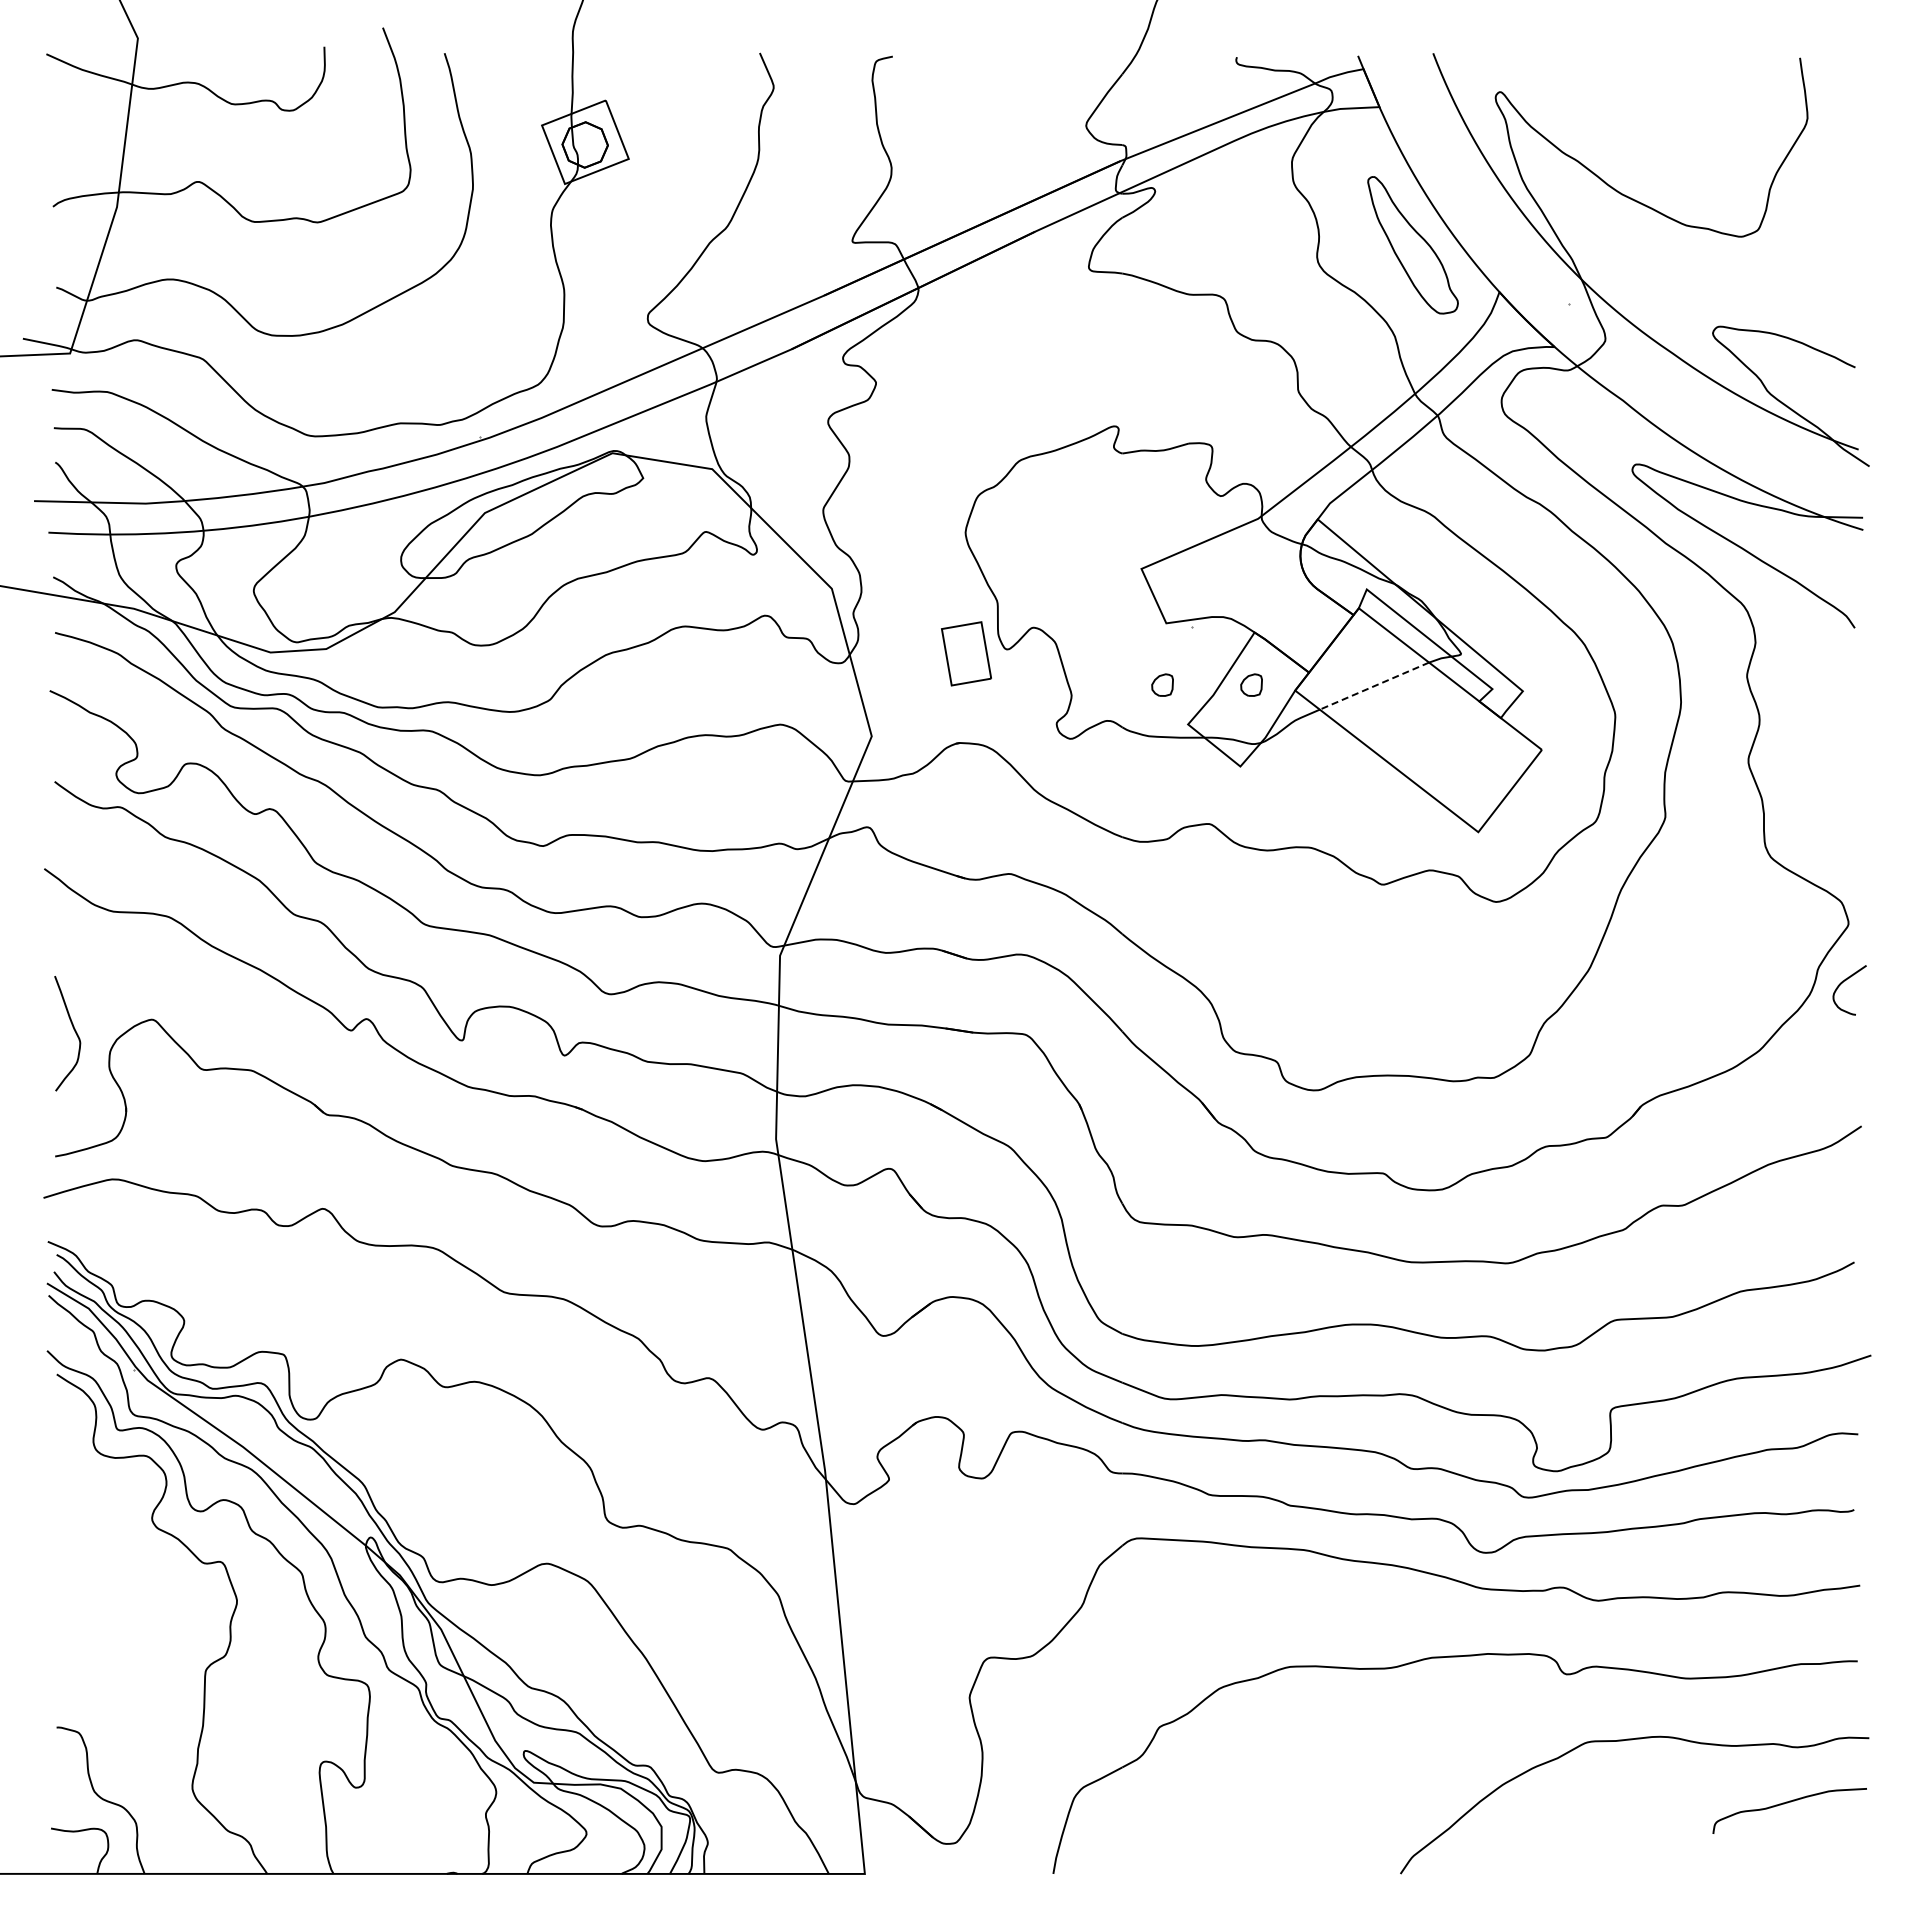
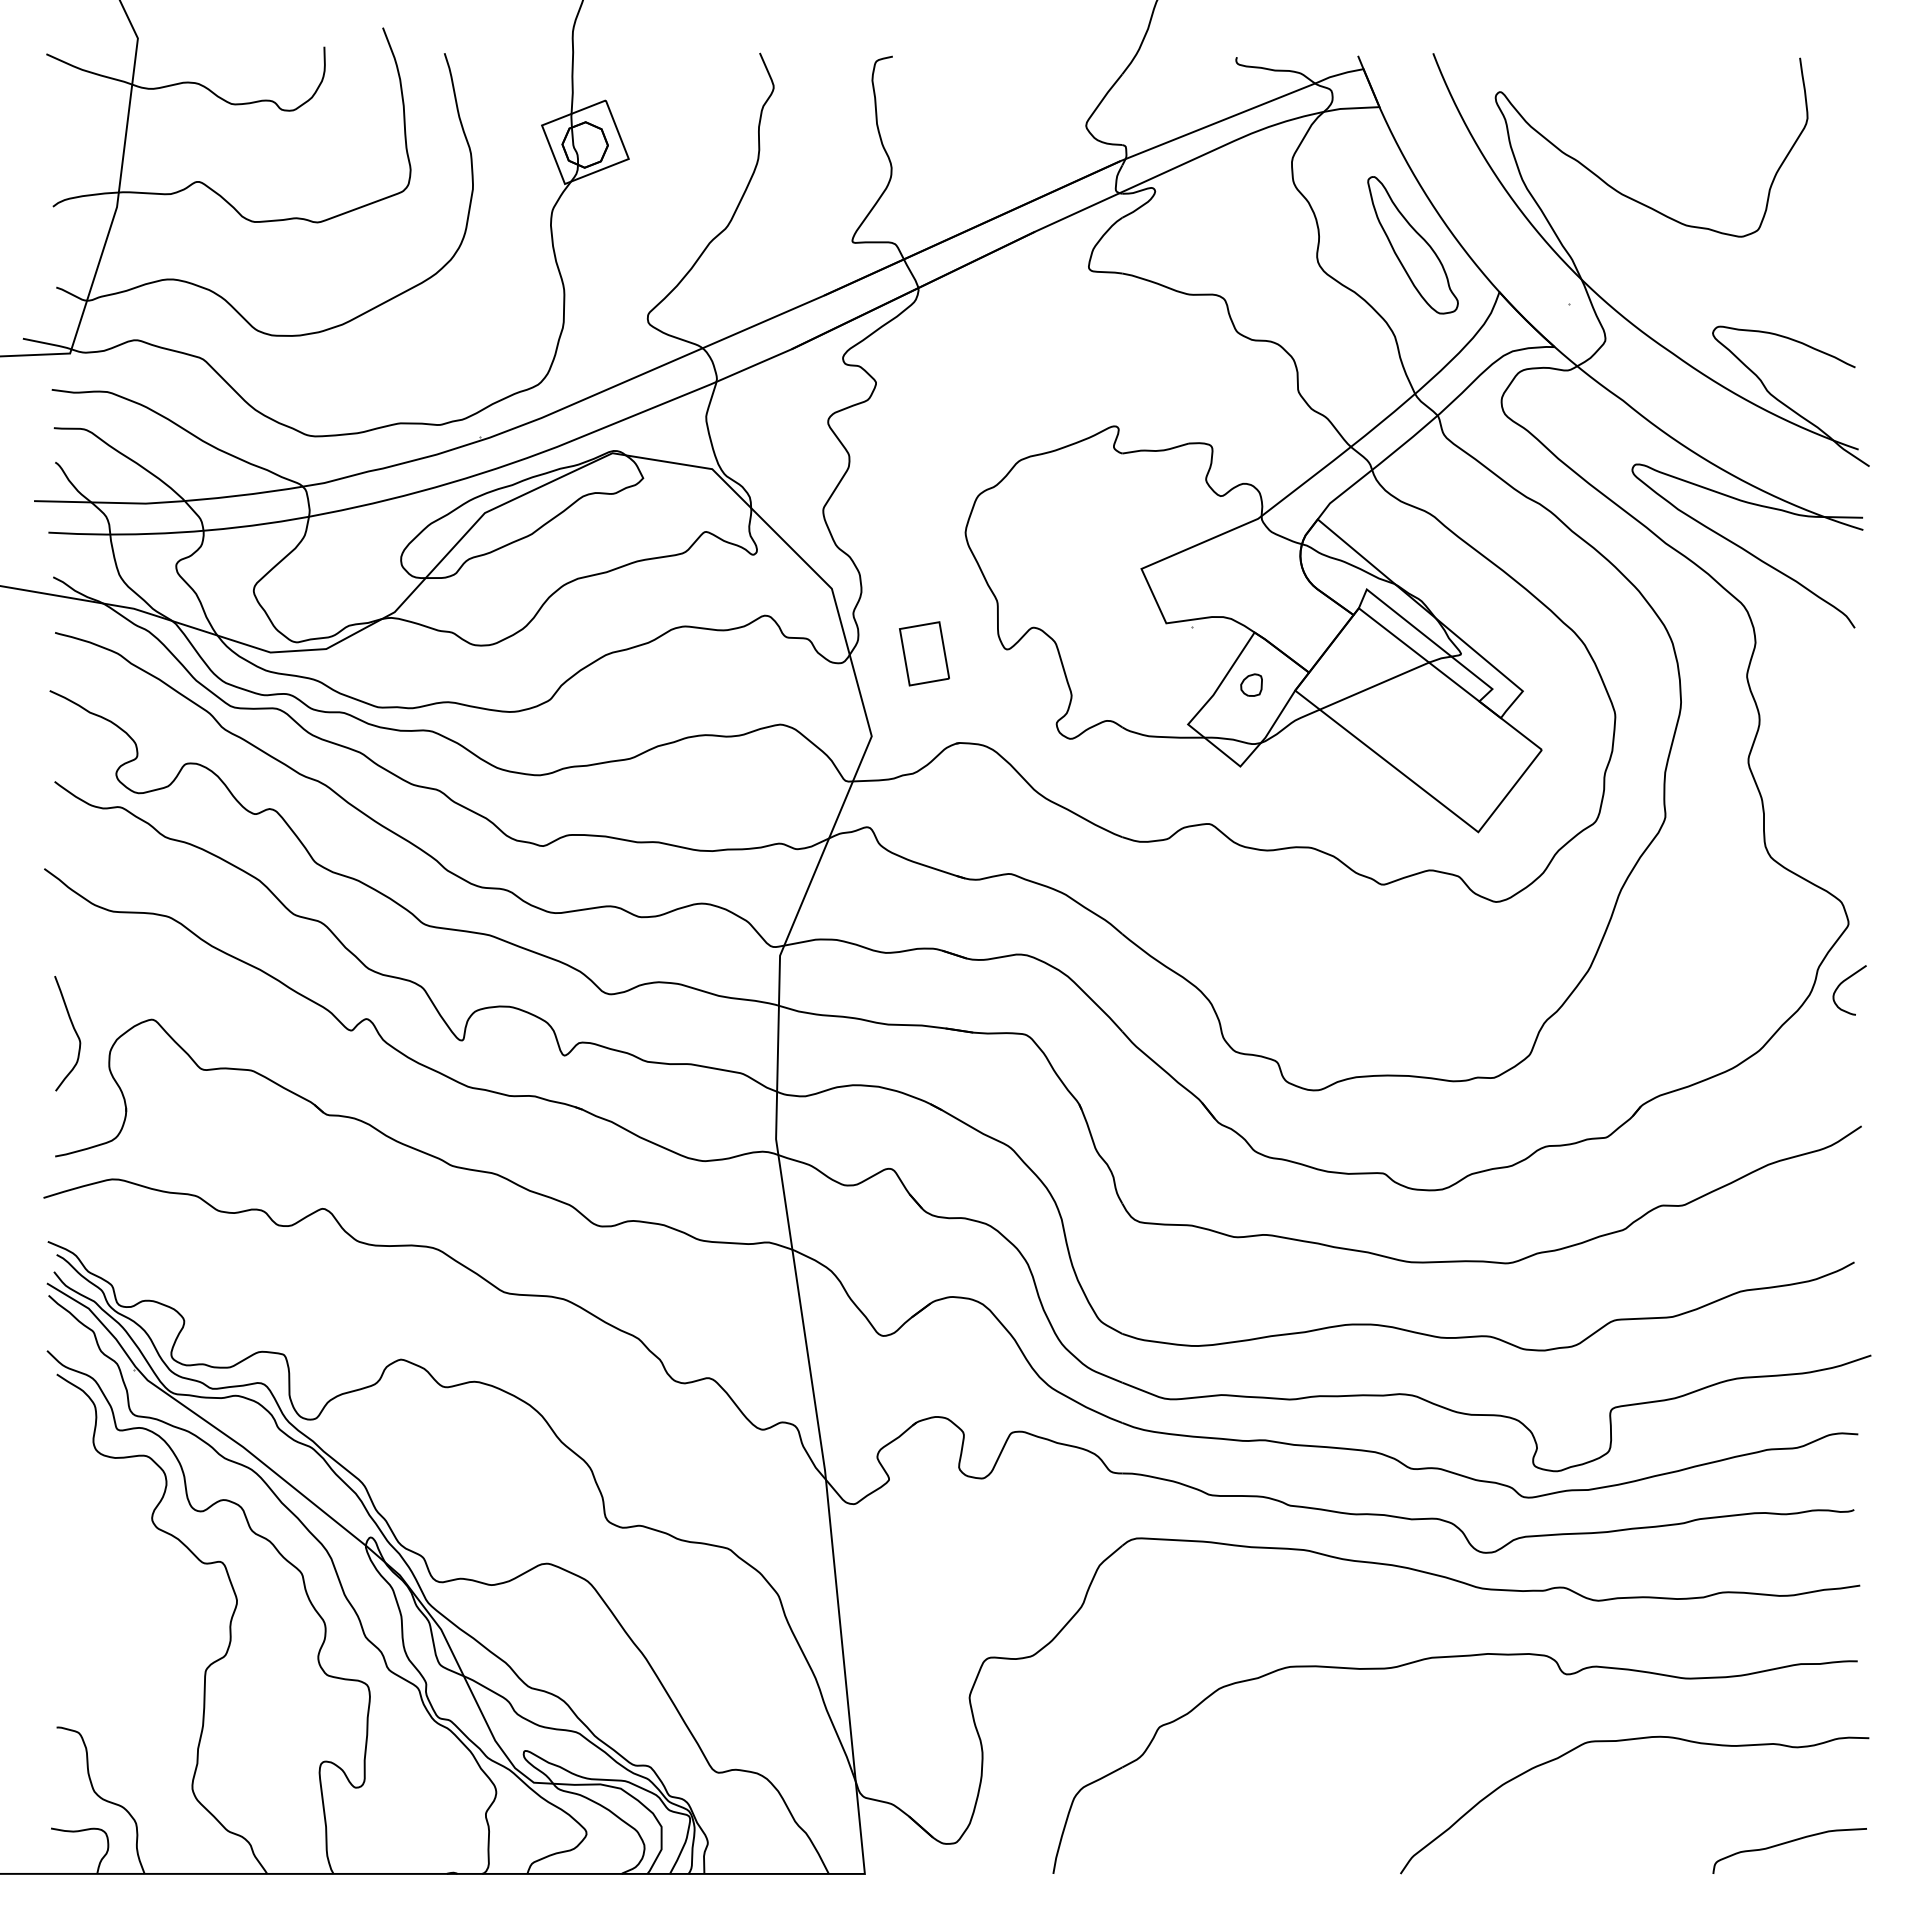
part at (966, 653) position: (966, 653) -> (924, 653)
part at (1162, 684): present -> none
line at (1374, 686): dashed -> solid
curve at (1787, 1803) position: (1787, 1803) -> (1787, 1843)
